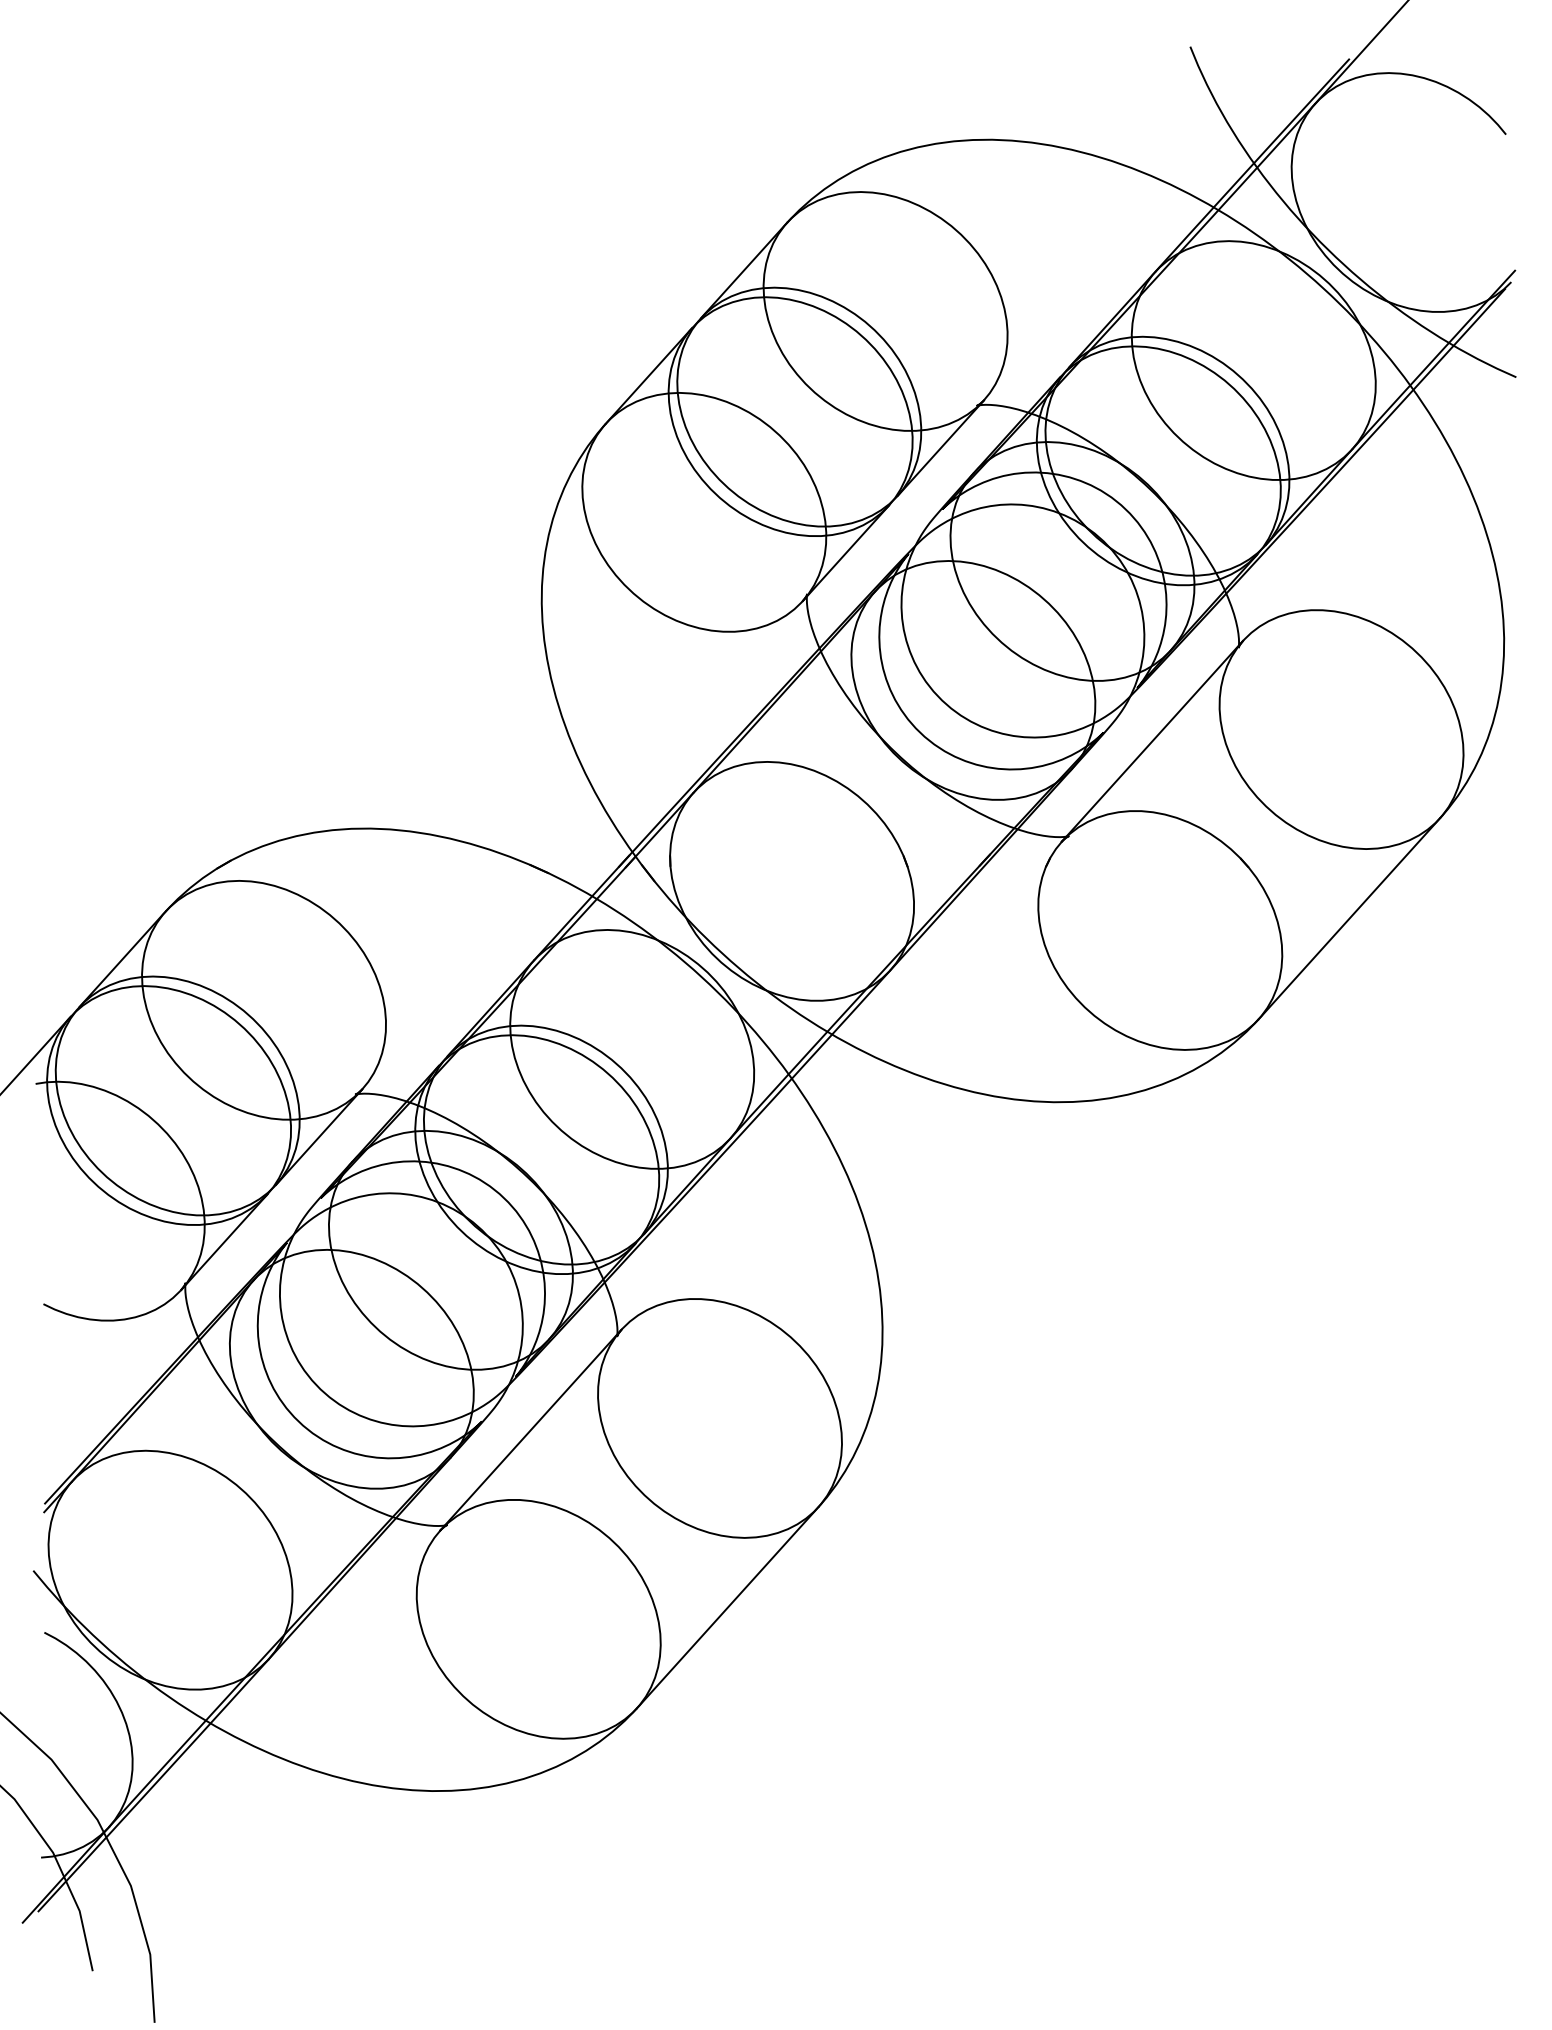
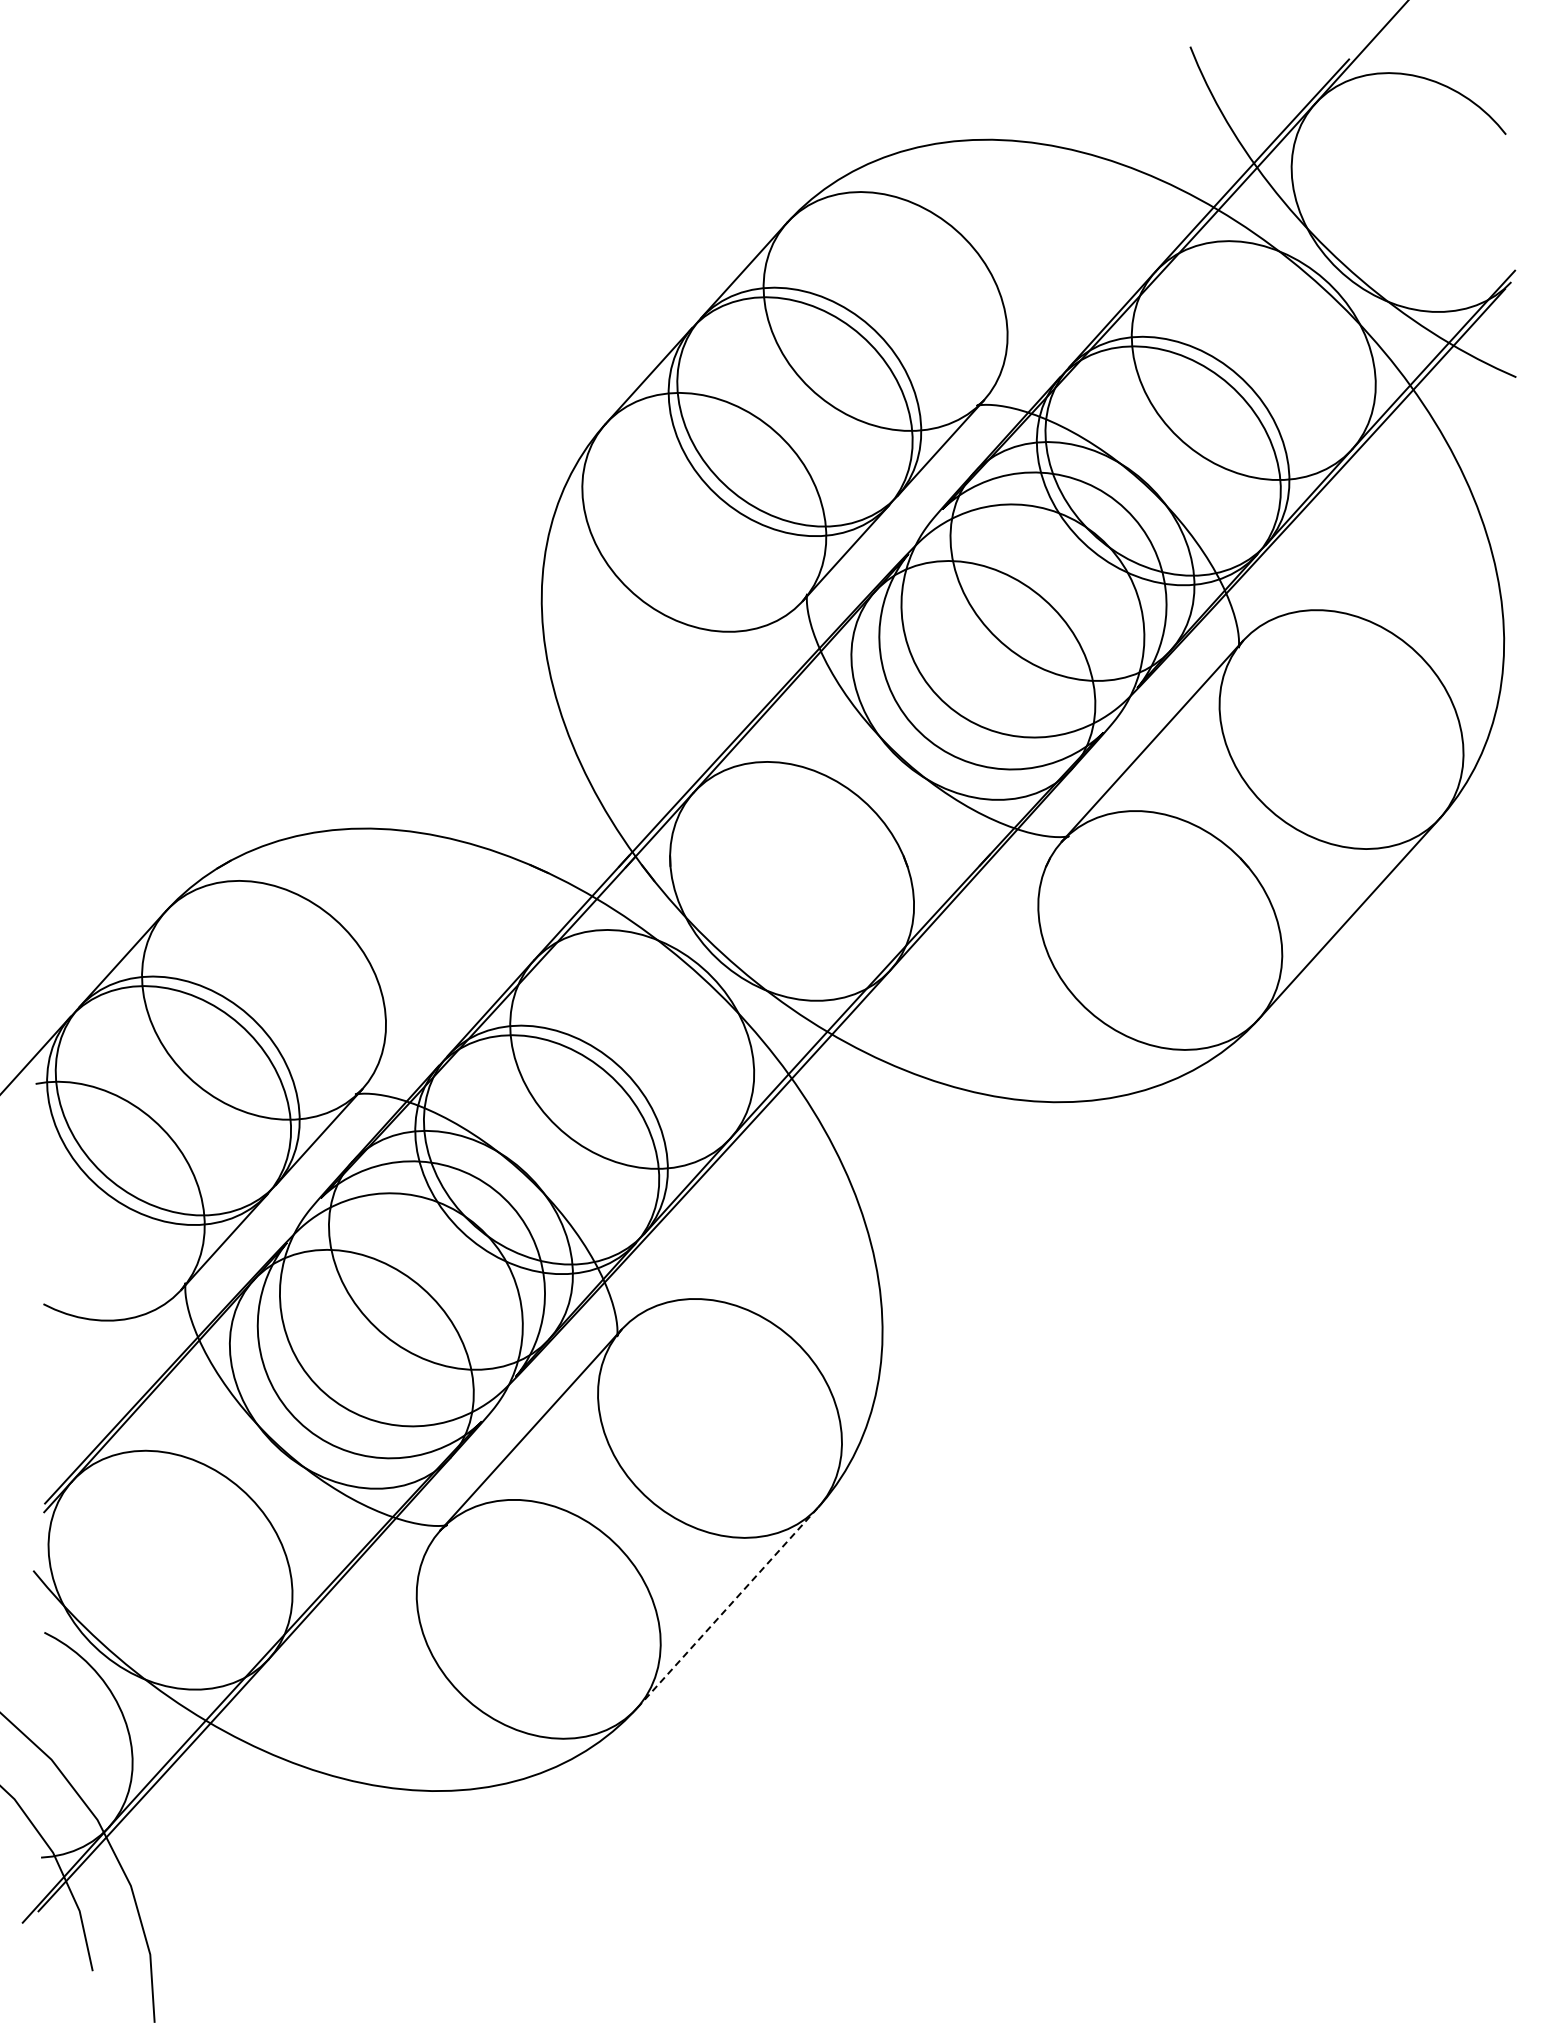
line at (728, 1607): solid -> dashed
